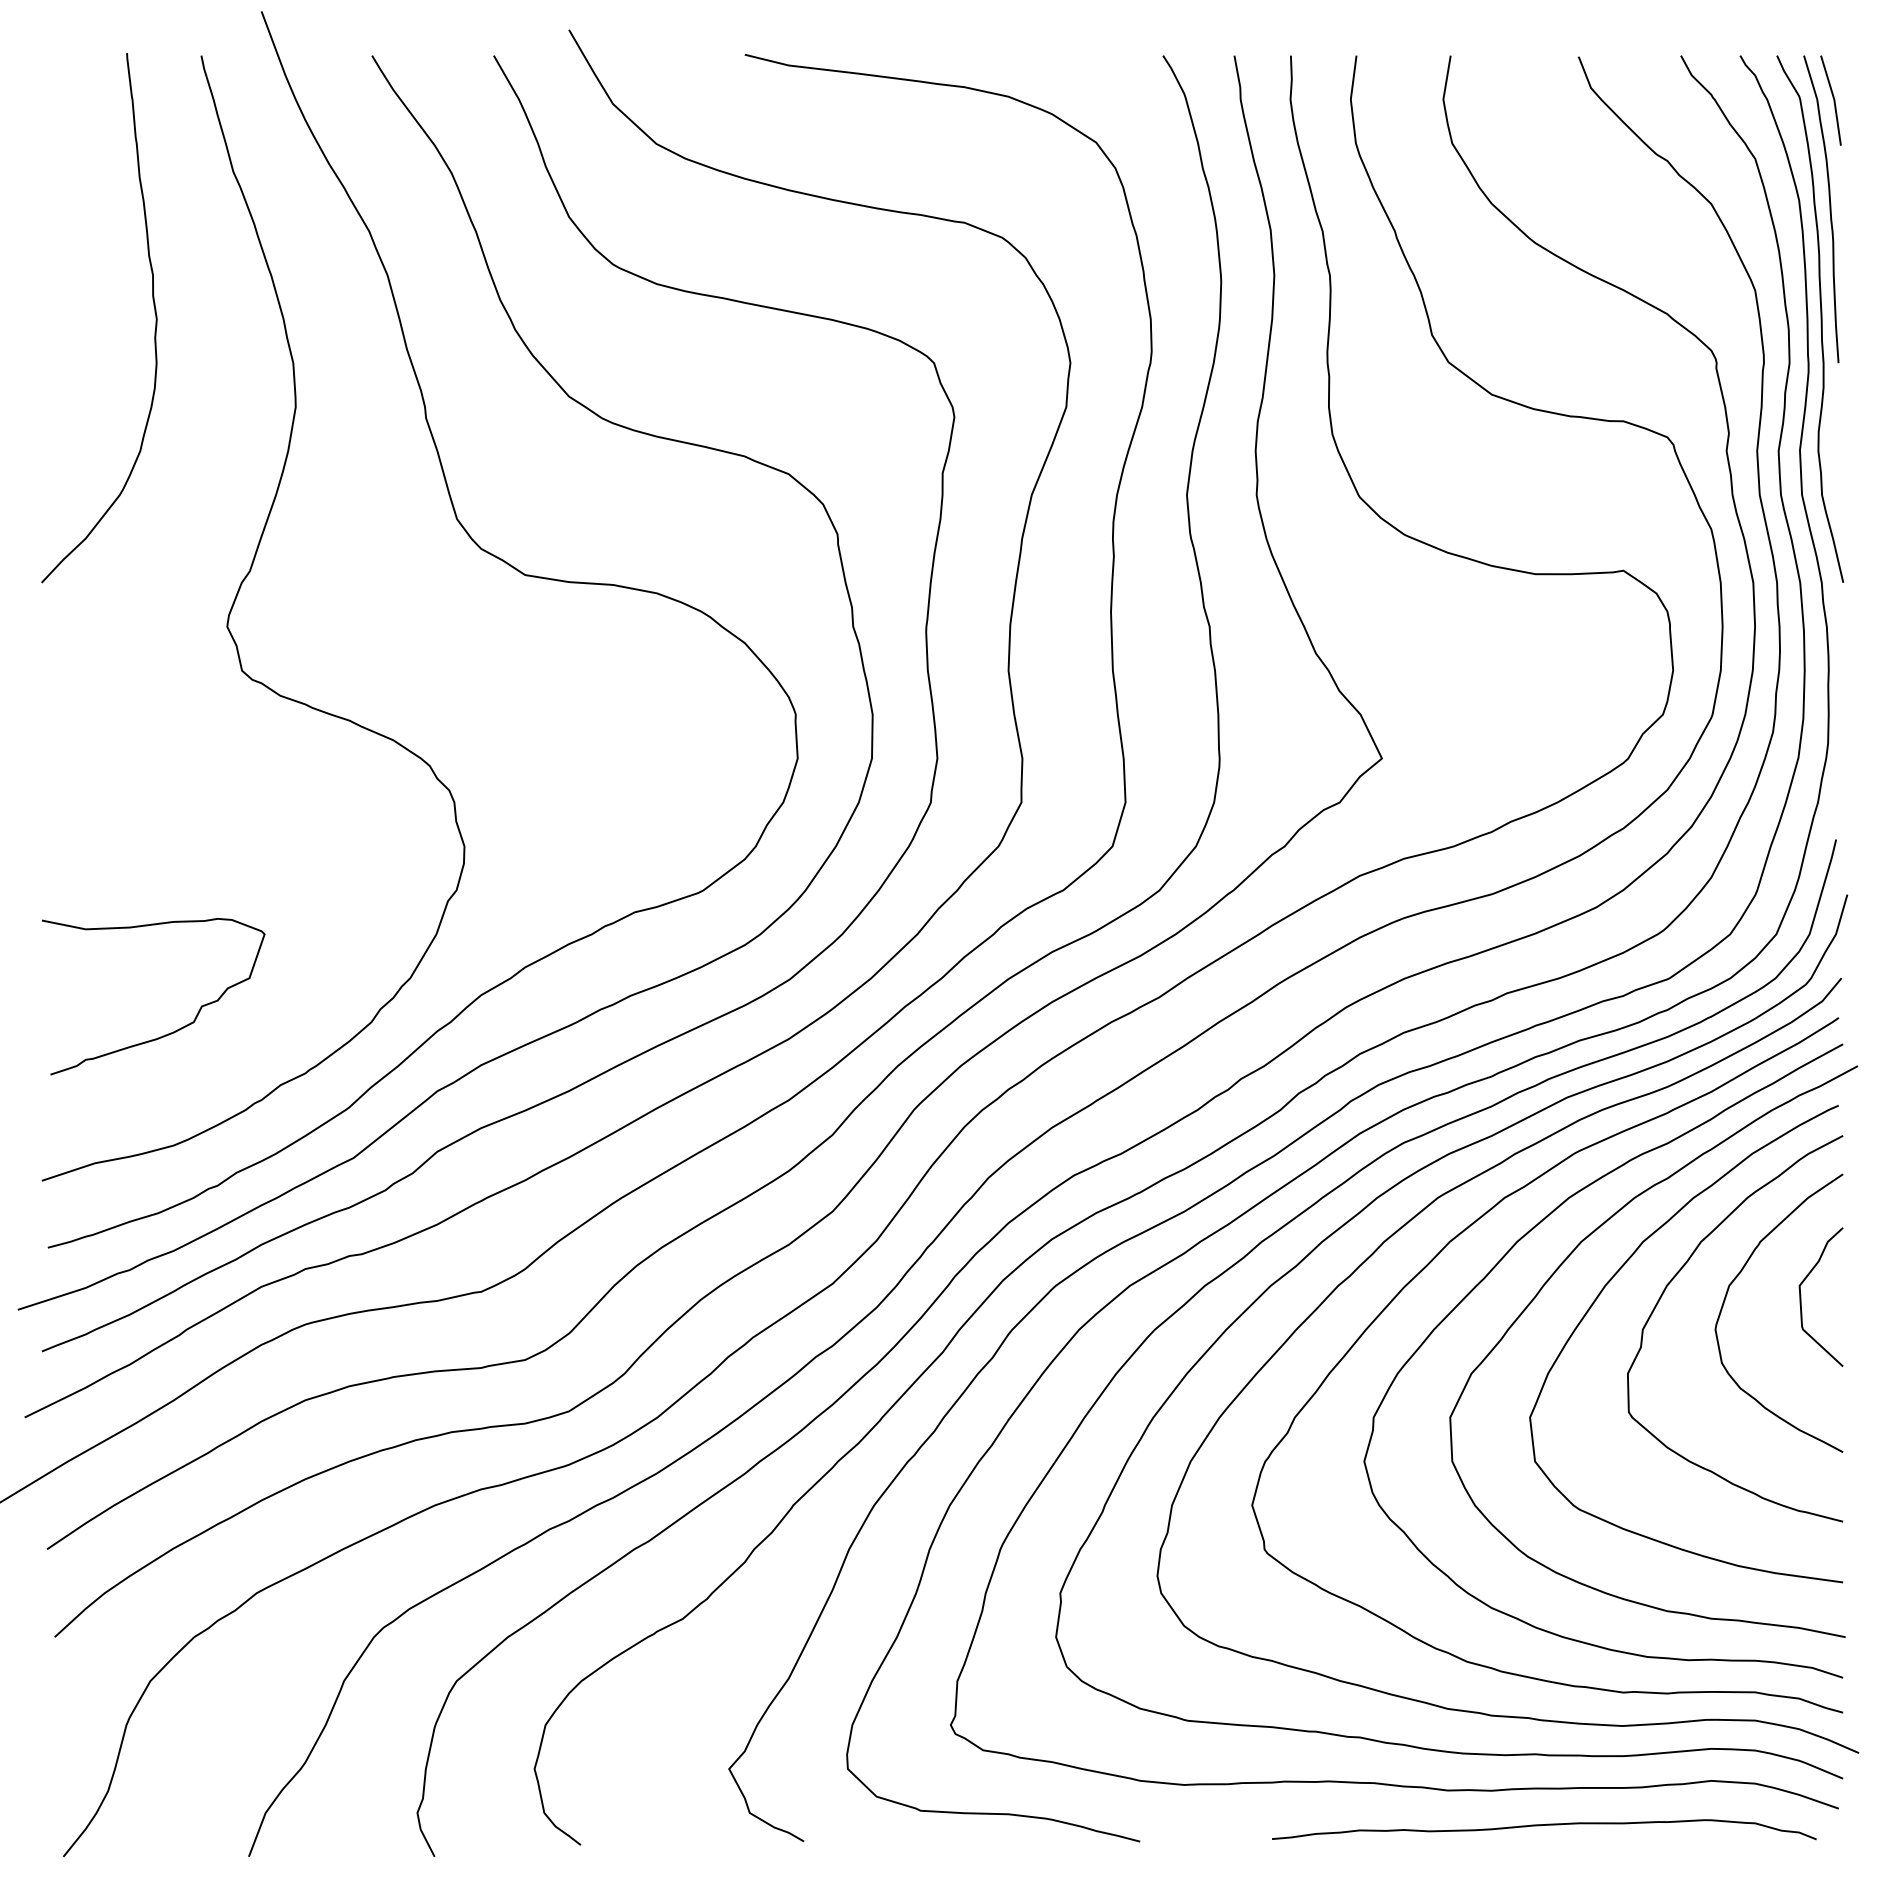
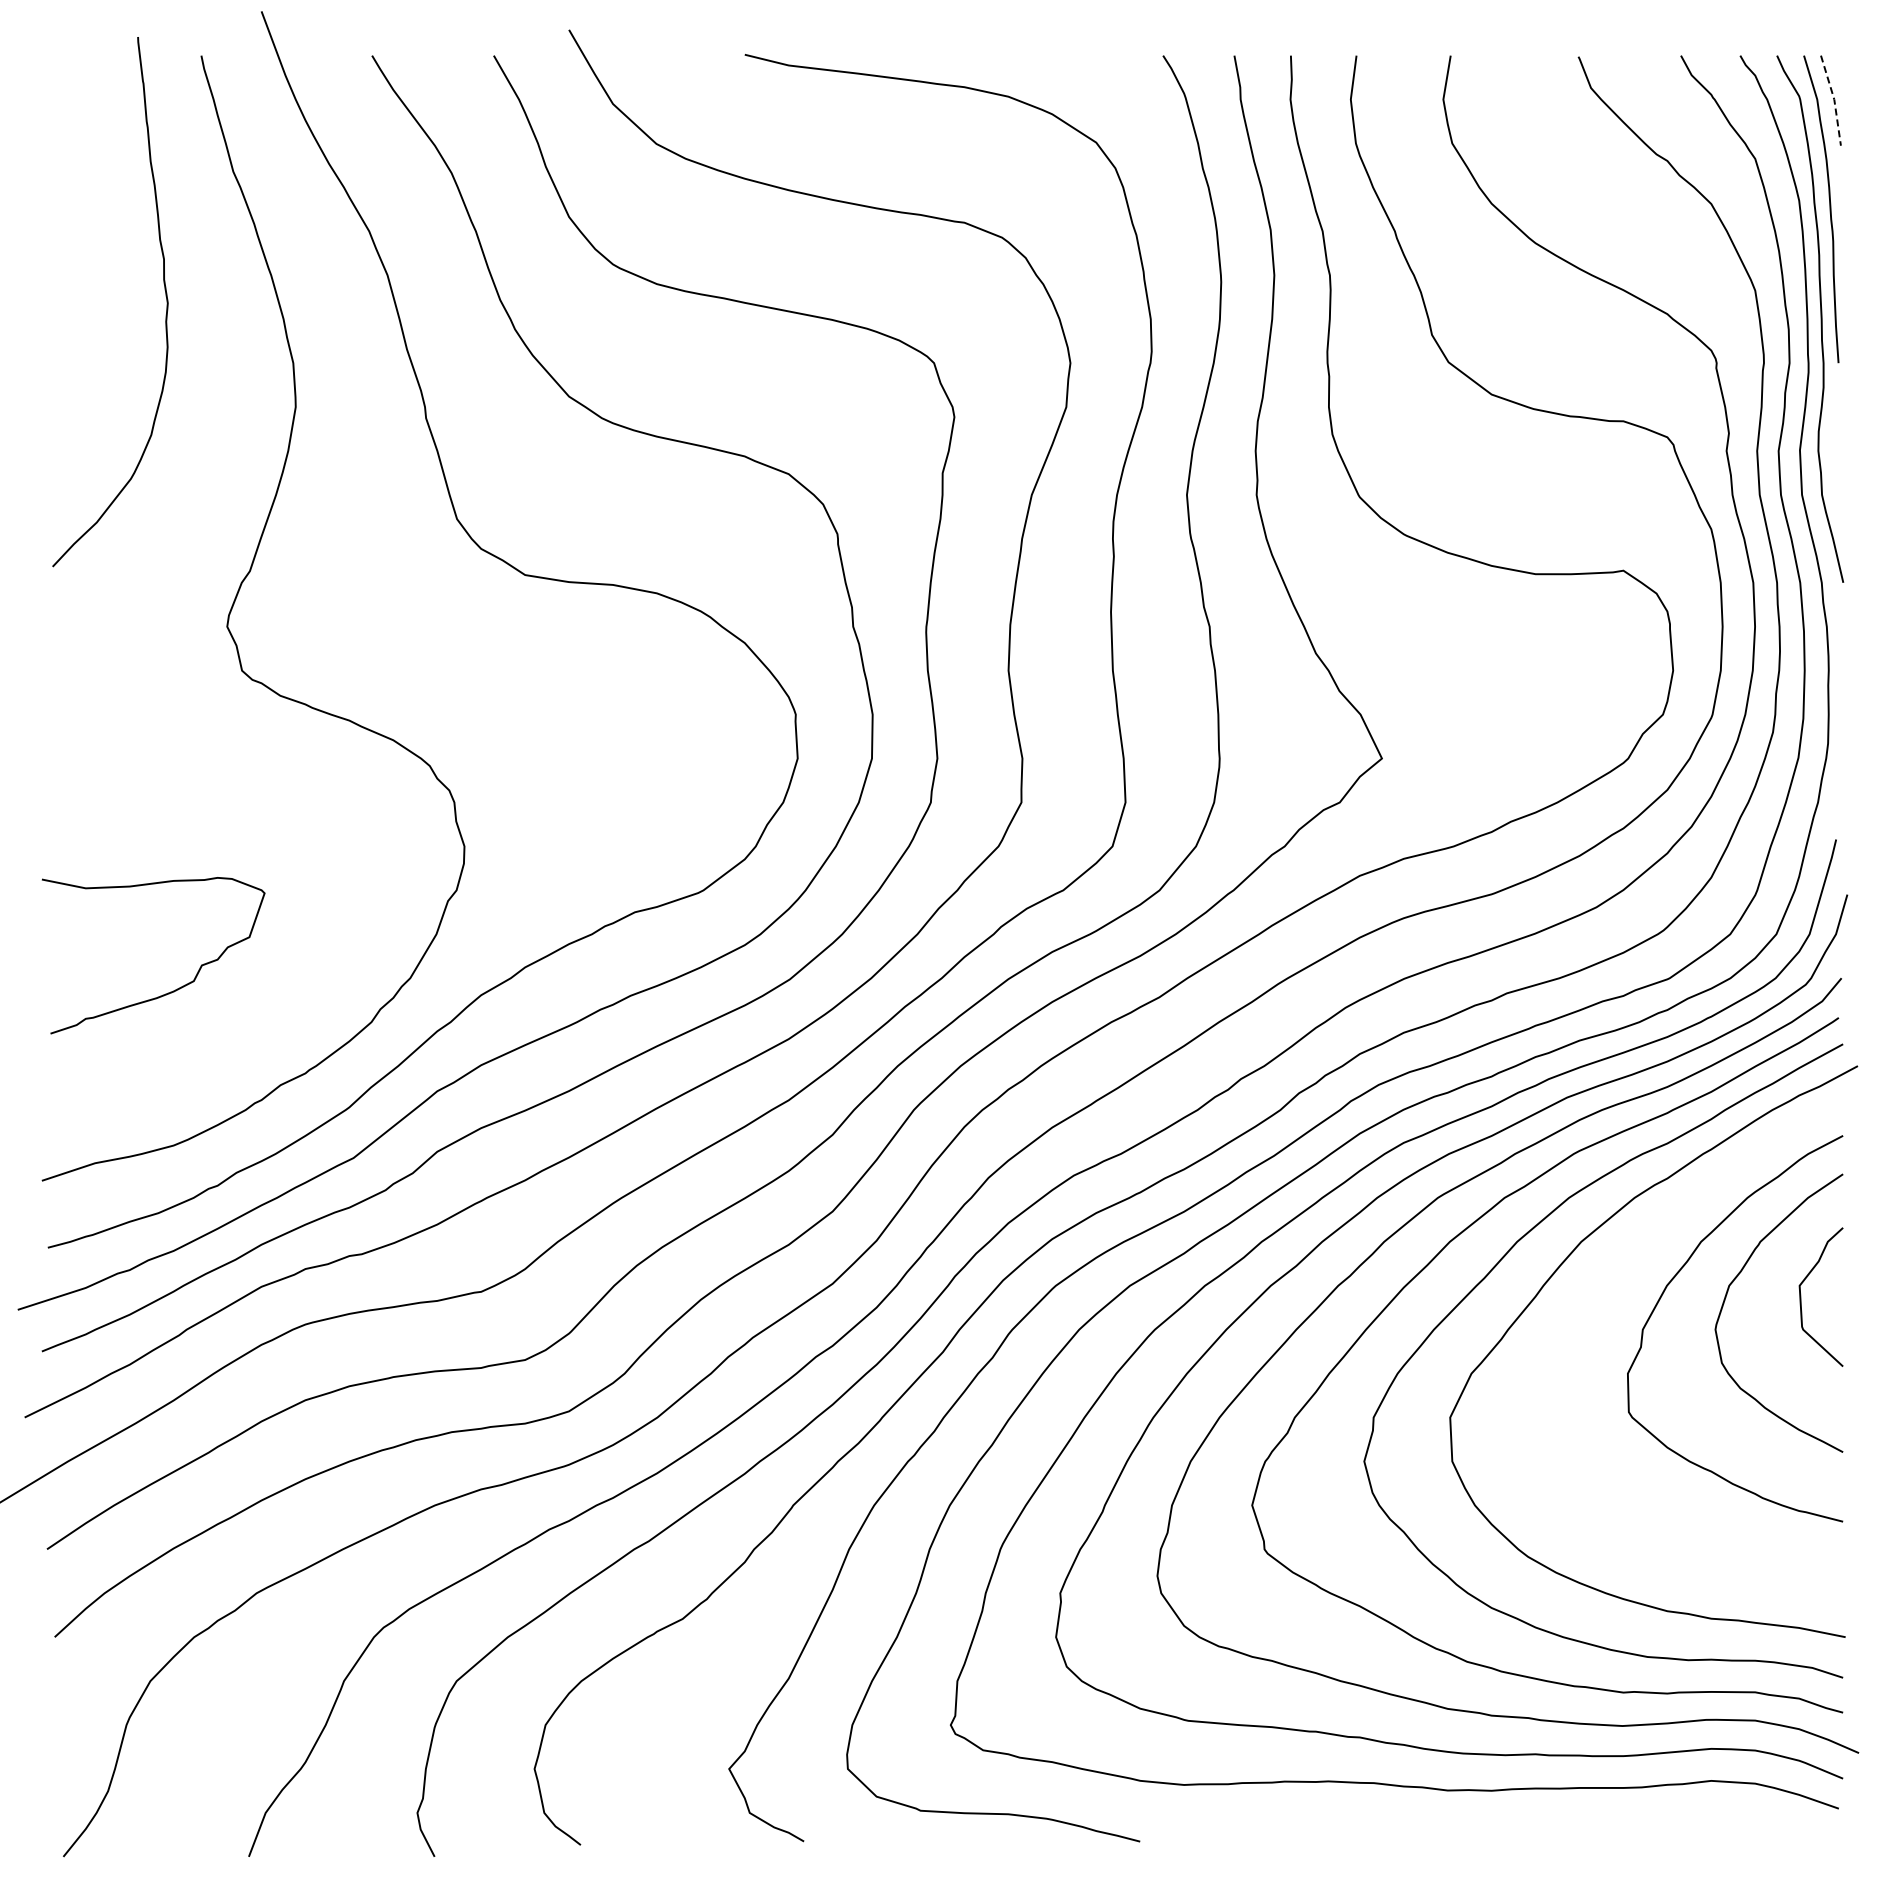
line at (1834, 99): solid -> dashed
curve at (153, 306) position: (153, 306) -> (164, 290)
curve at (170, 1032) position: (170, 1032) -> (170, 991)
curve at (1612, 1279): present -> none
curve at (1544, 1825): present -> none
